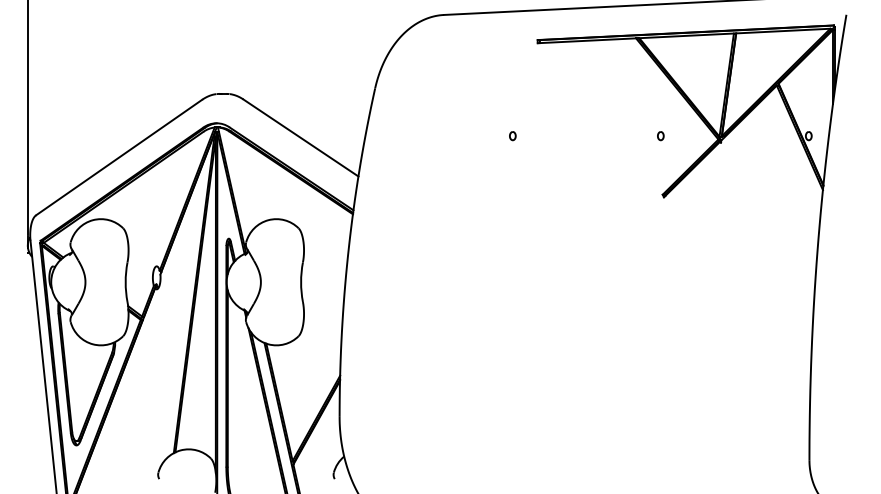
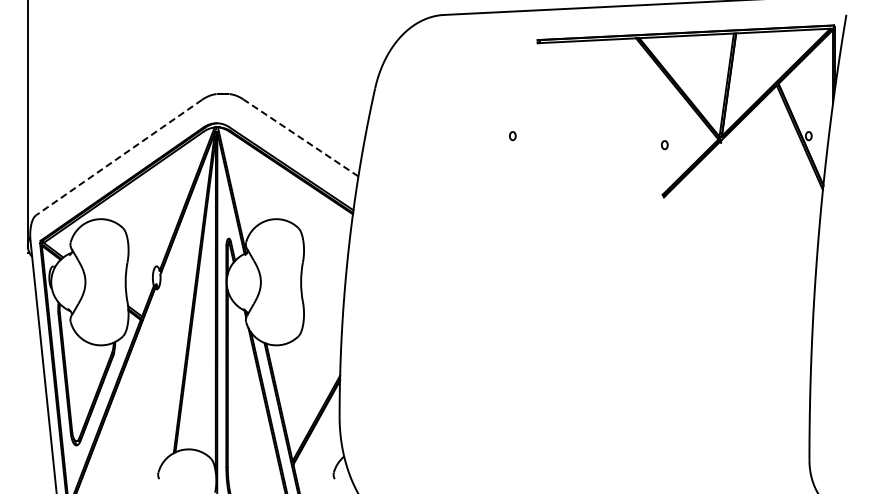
part at (660, 136) position: (660, 136) -> (664, 145)
line at (300, 137): solid -> dashed
line at (118, 157): solid -> dashed
